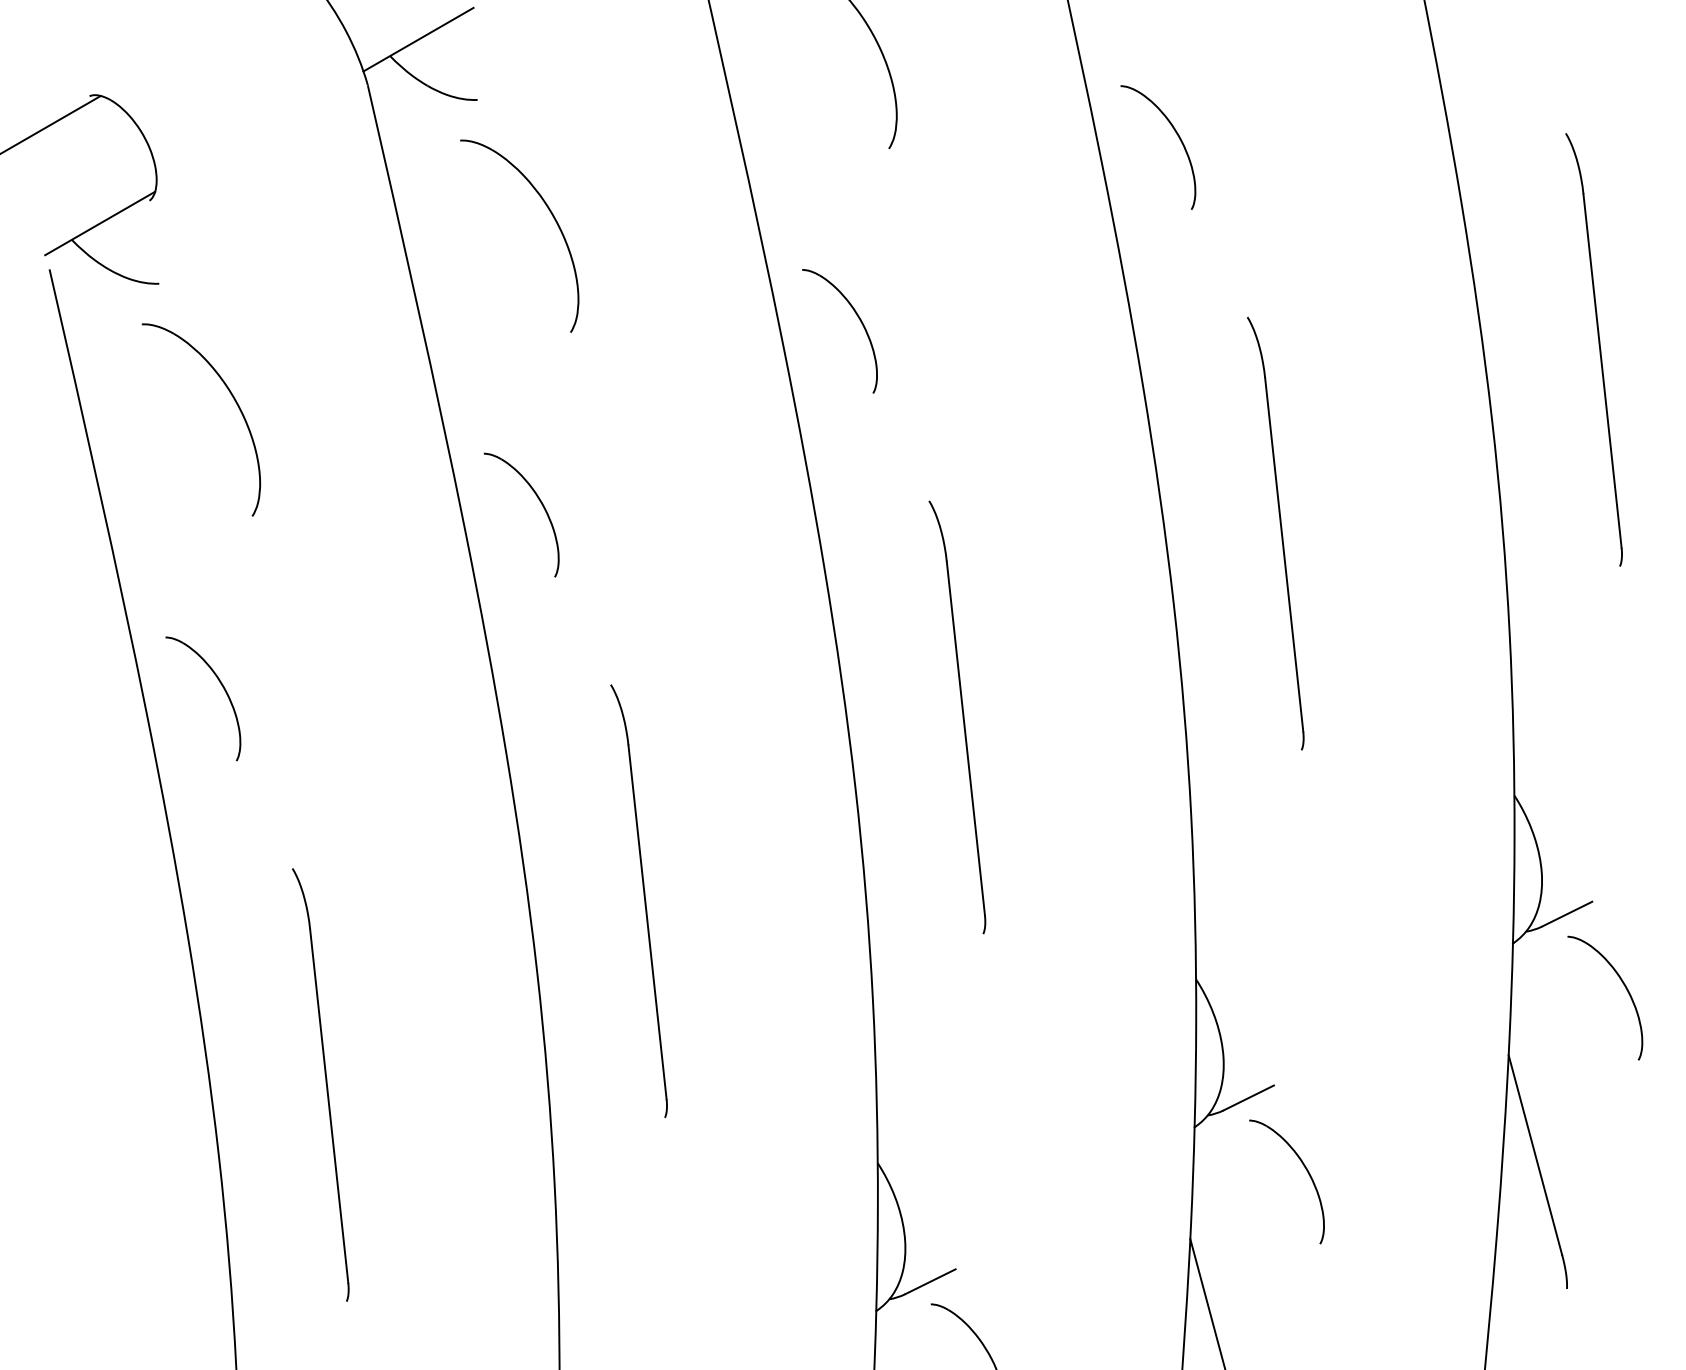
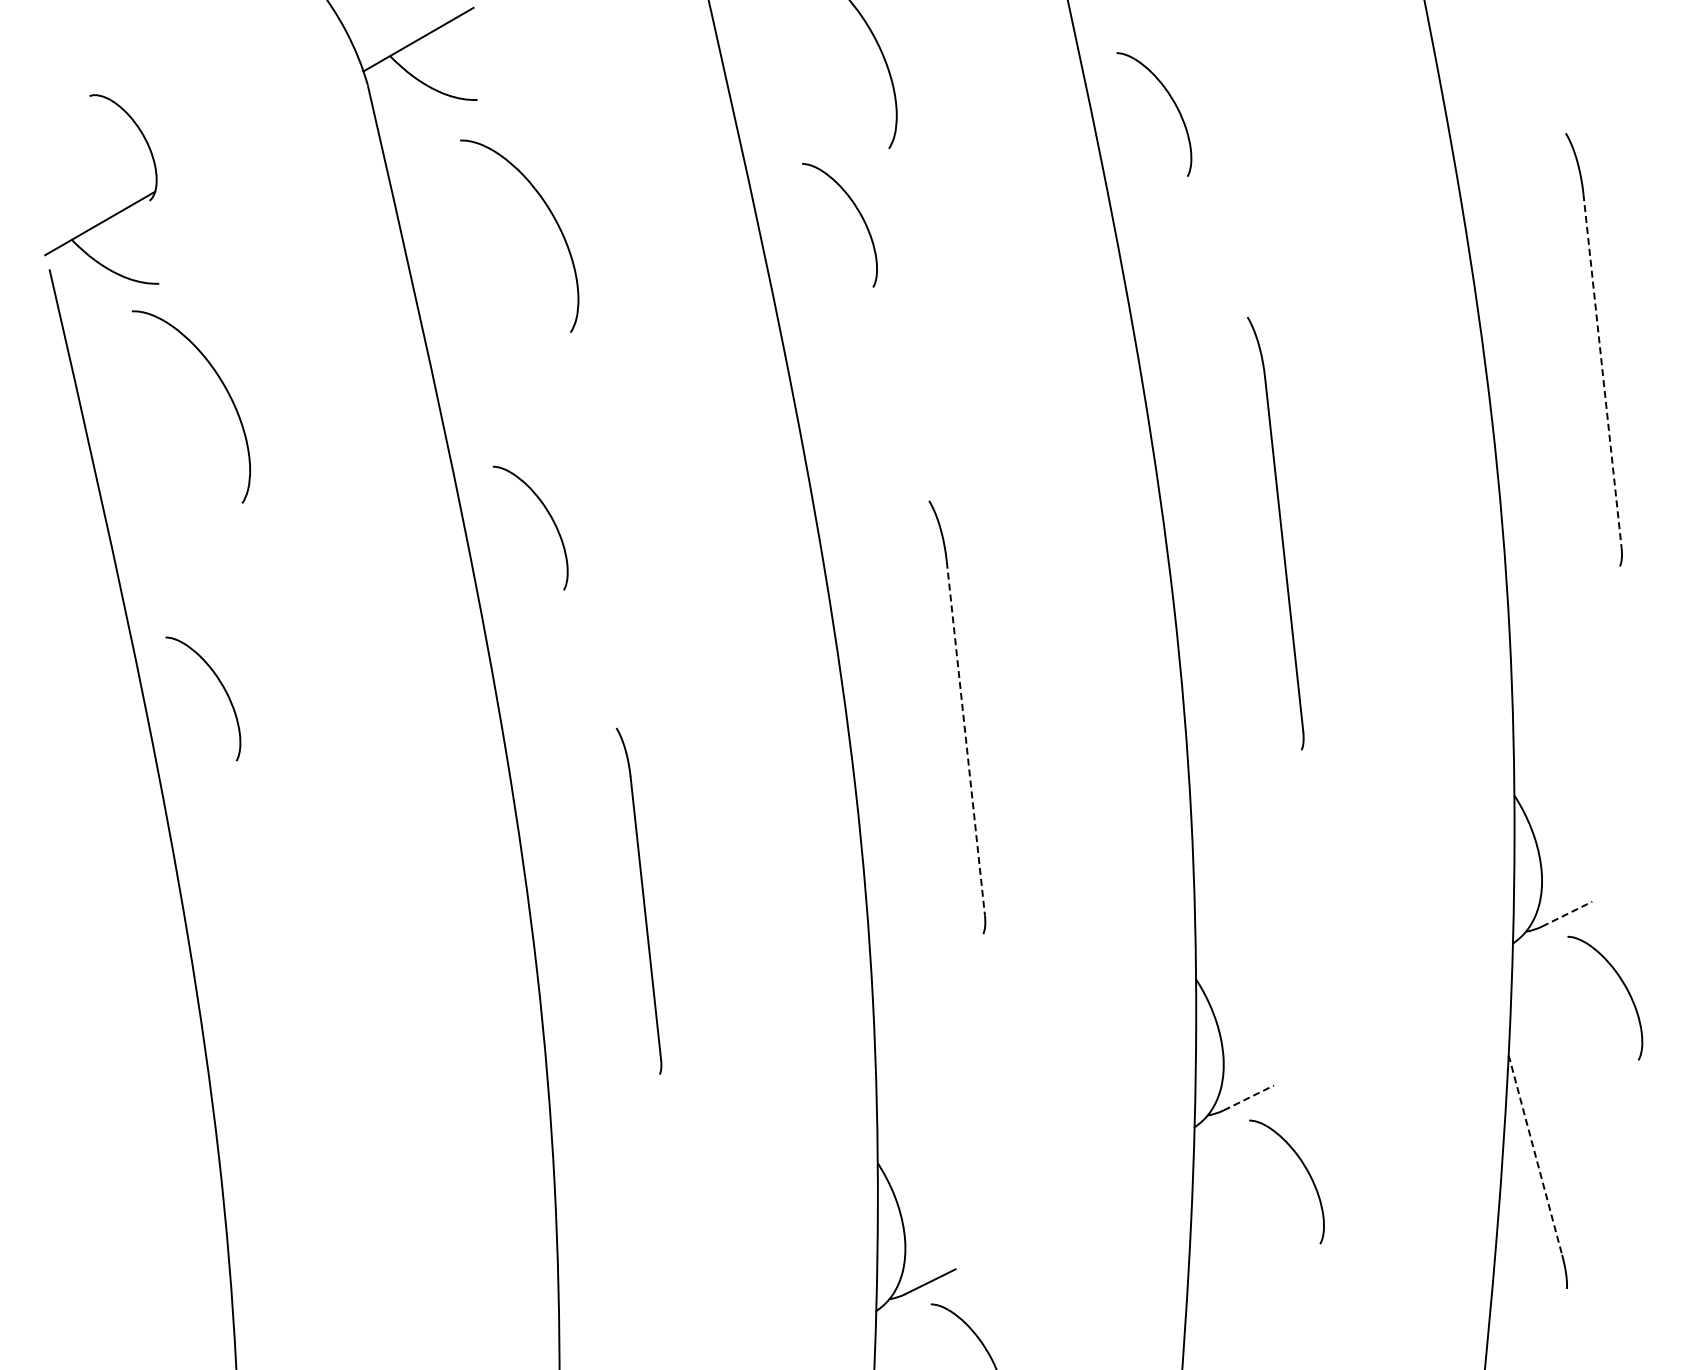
line at (51, 123): present -> none
part at (1176, 134) position: (1176, 134) -> (1172, 101)
part at (859, 320) position: (859, 320) -> (859, 214)
line at (1602, 371): solid -> dashed
part at (233, 399) position: (233, 399) -> (223, 386)
part at (539, 501) position: (539, 501) -> (548, 514)
line at (965, 738): solid -> dashed
part at (638, 901) size: 58x435 px -> 48x348 px
line at (1567, 914): solid -> dashed
part at (320, 1084): present -> none
line at (1248, 1097): solid -> dashed
line at (1535, 1155): solid -> dashed
line at (1207, 1302): present -> none
